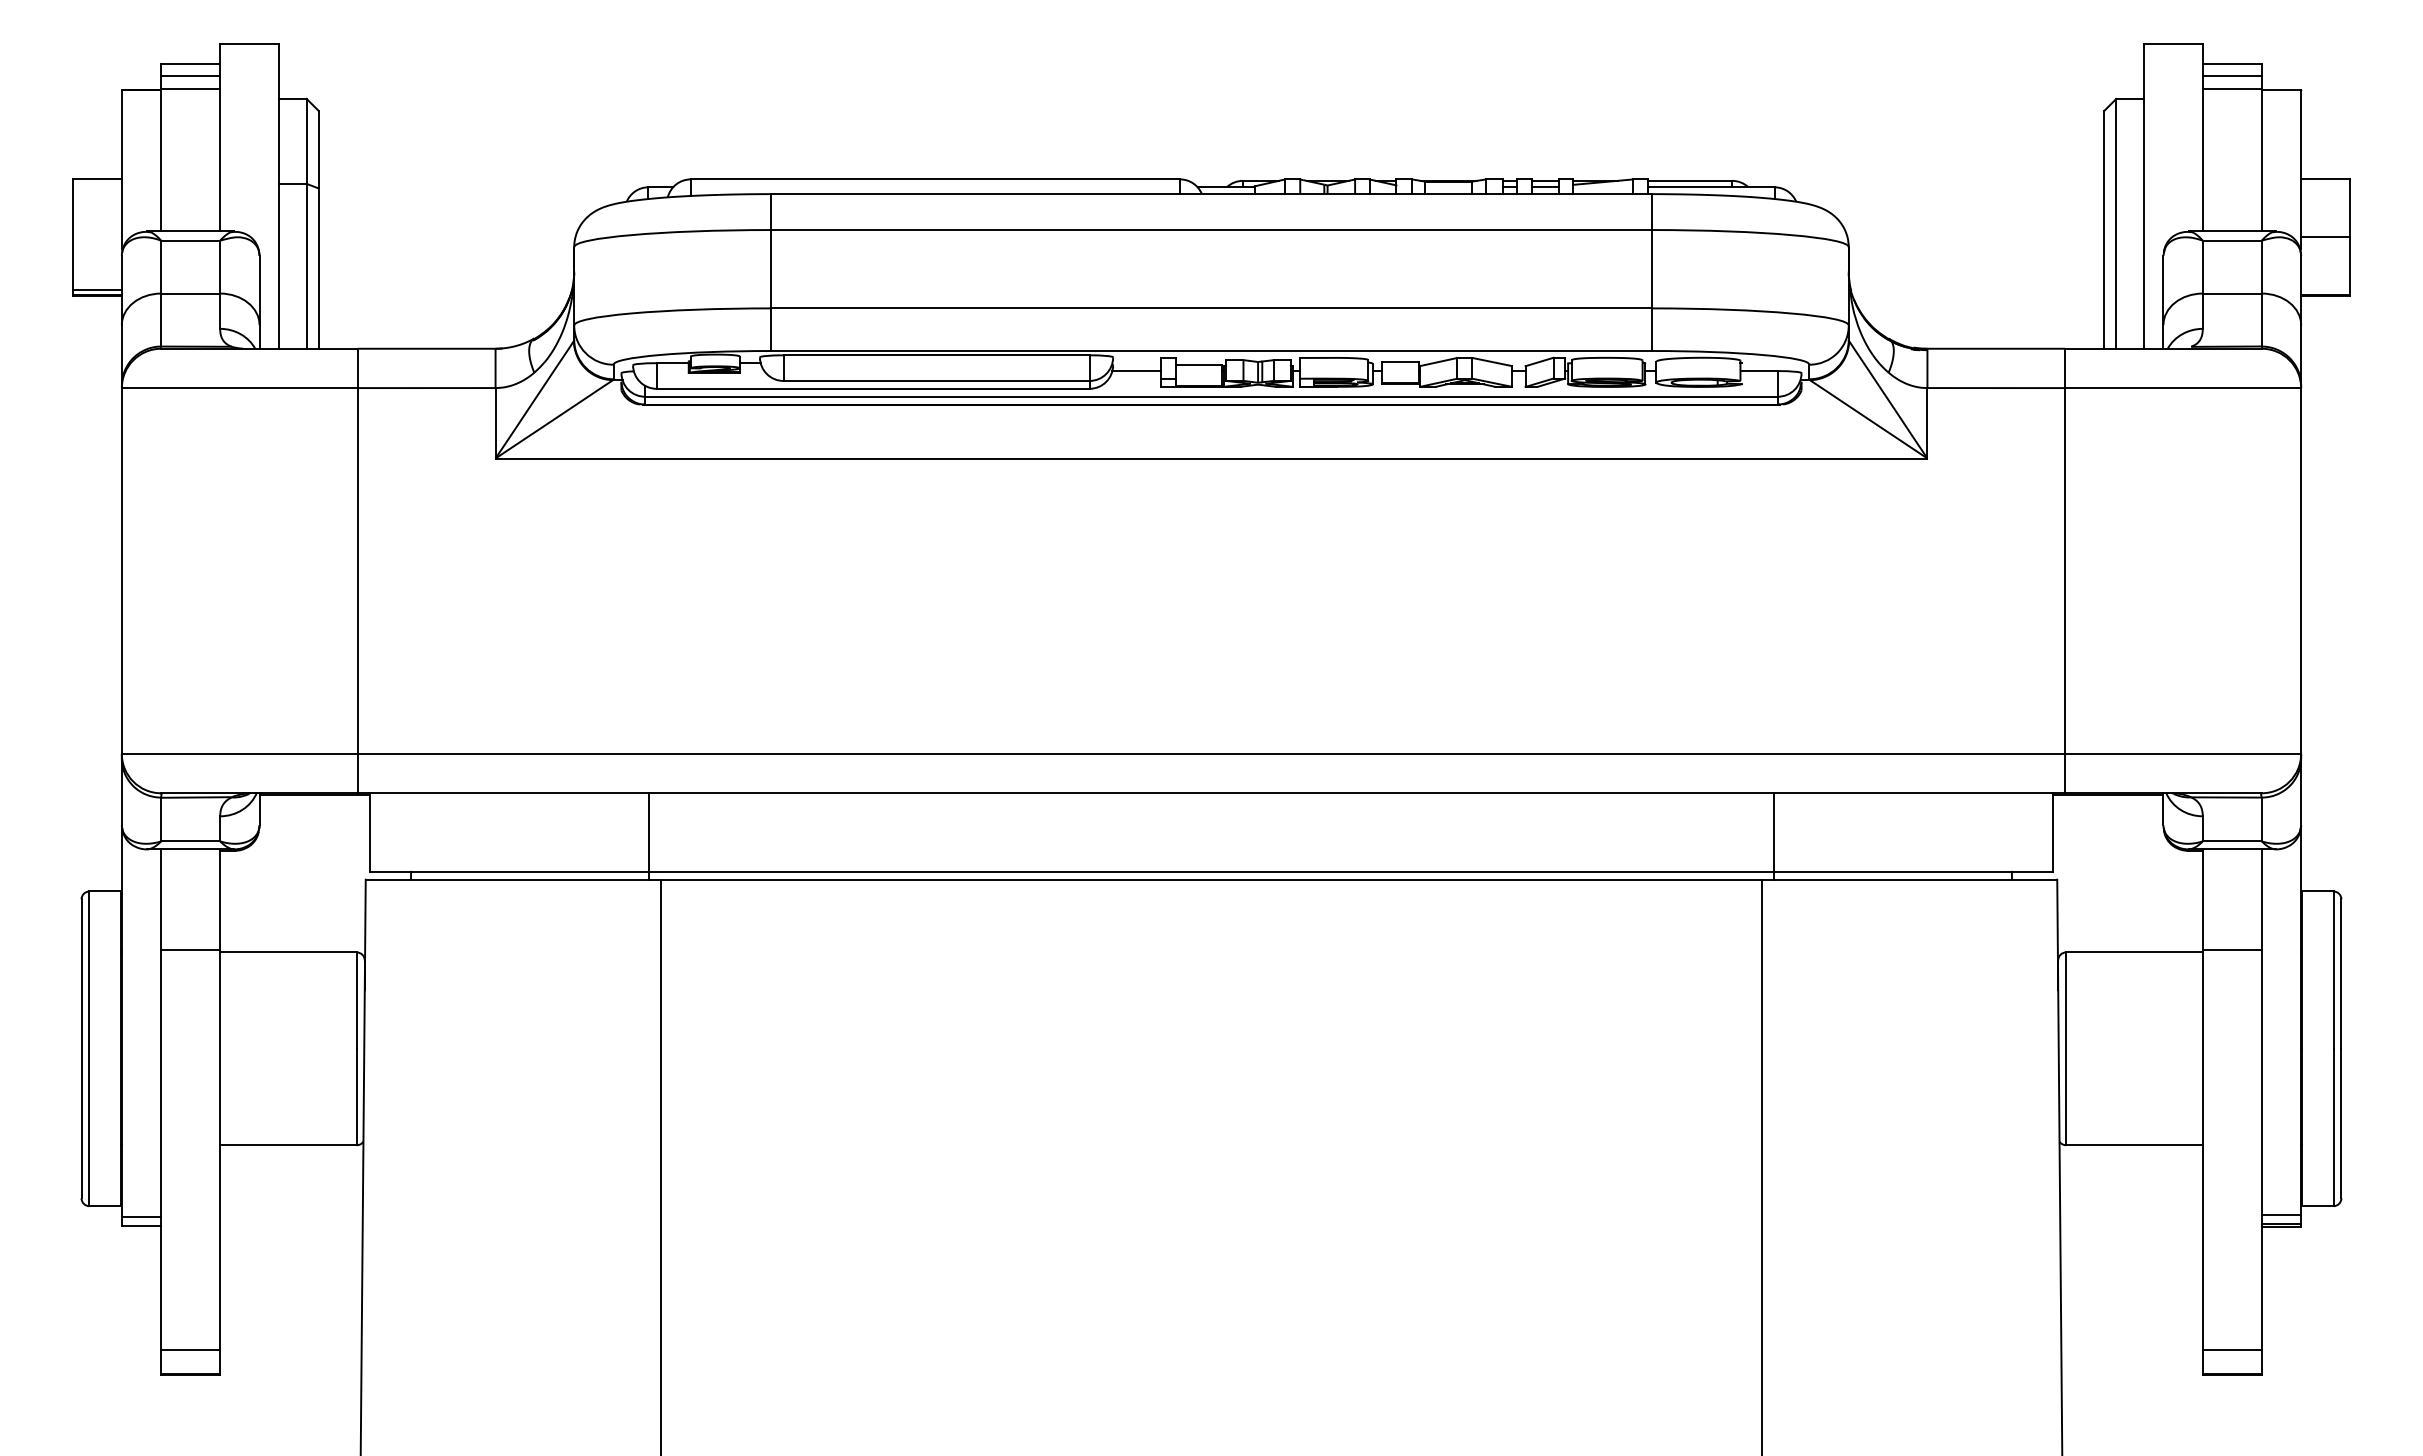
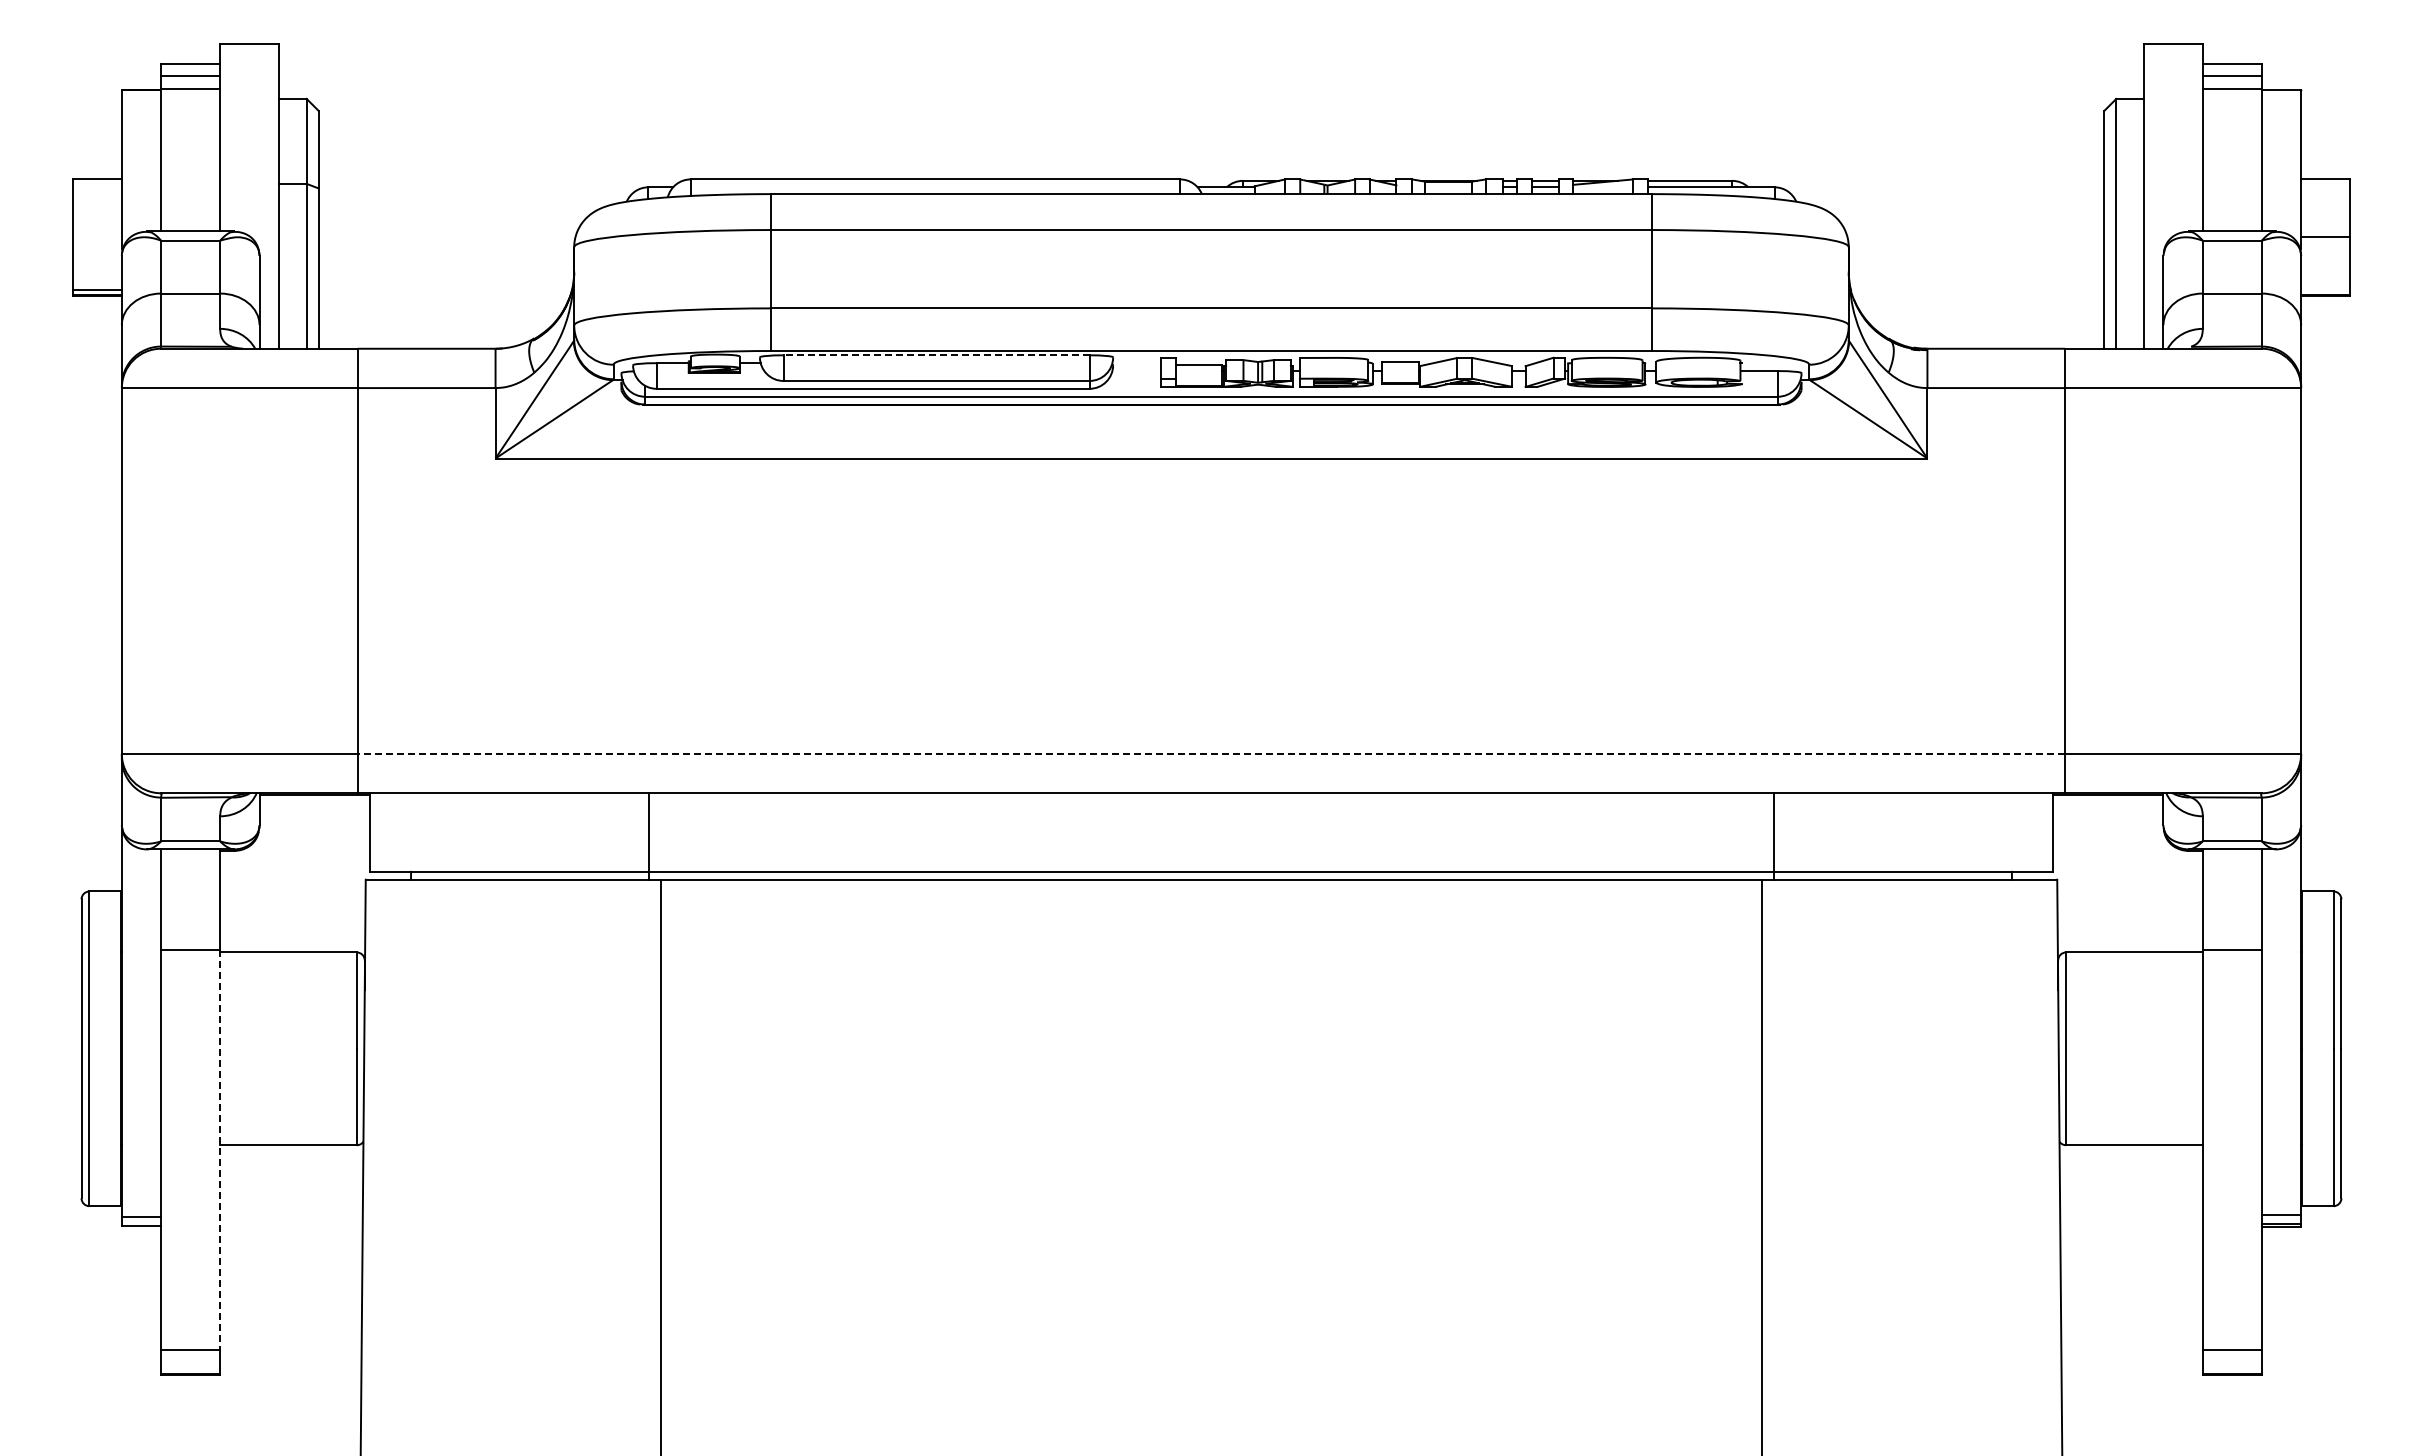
line at (936, 355): solid -> dashed
line at (1136, 371): present -> none
line at (1211, 753): solid -> dashed
line at (220, 1150): solid -> dashed
